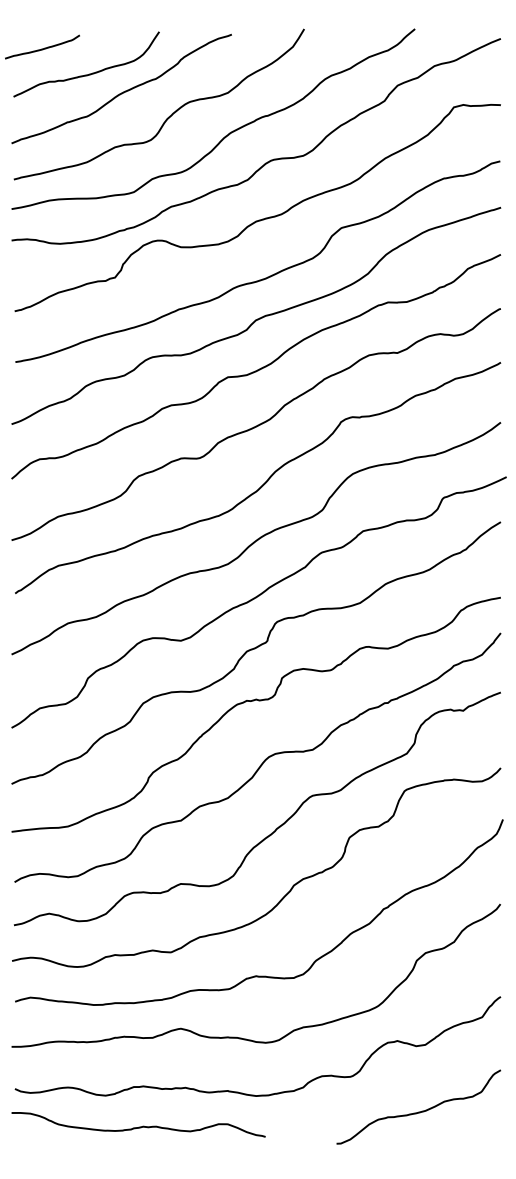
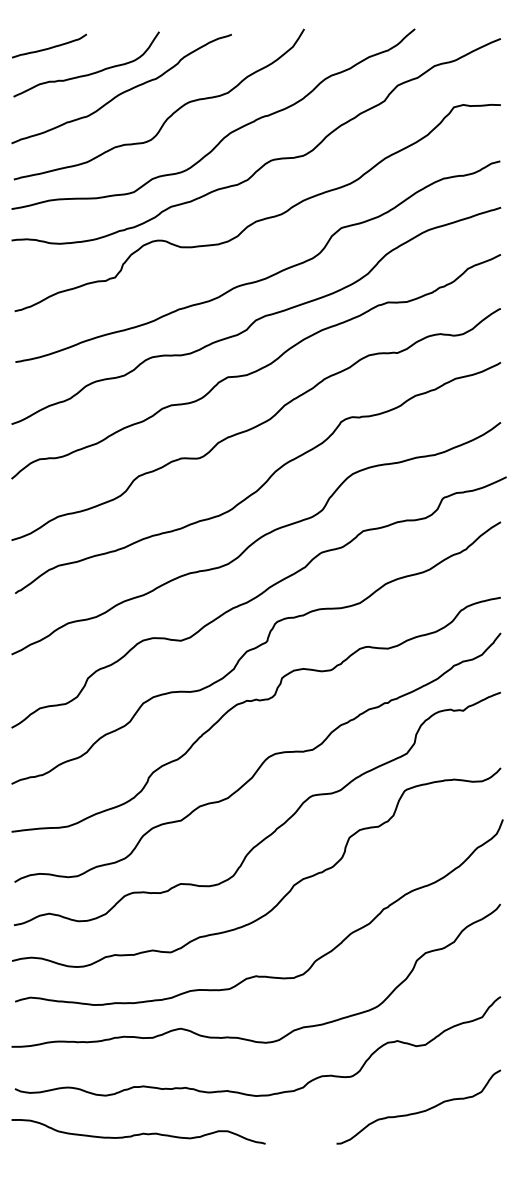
curve at (42, 48) position: (42, 48) -> (49, 47)
curve at (138, 1126) position: (138, 1126) -> (138, 1133)
